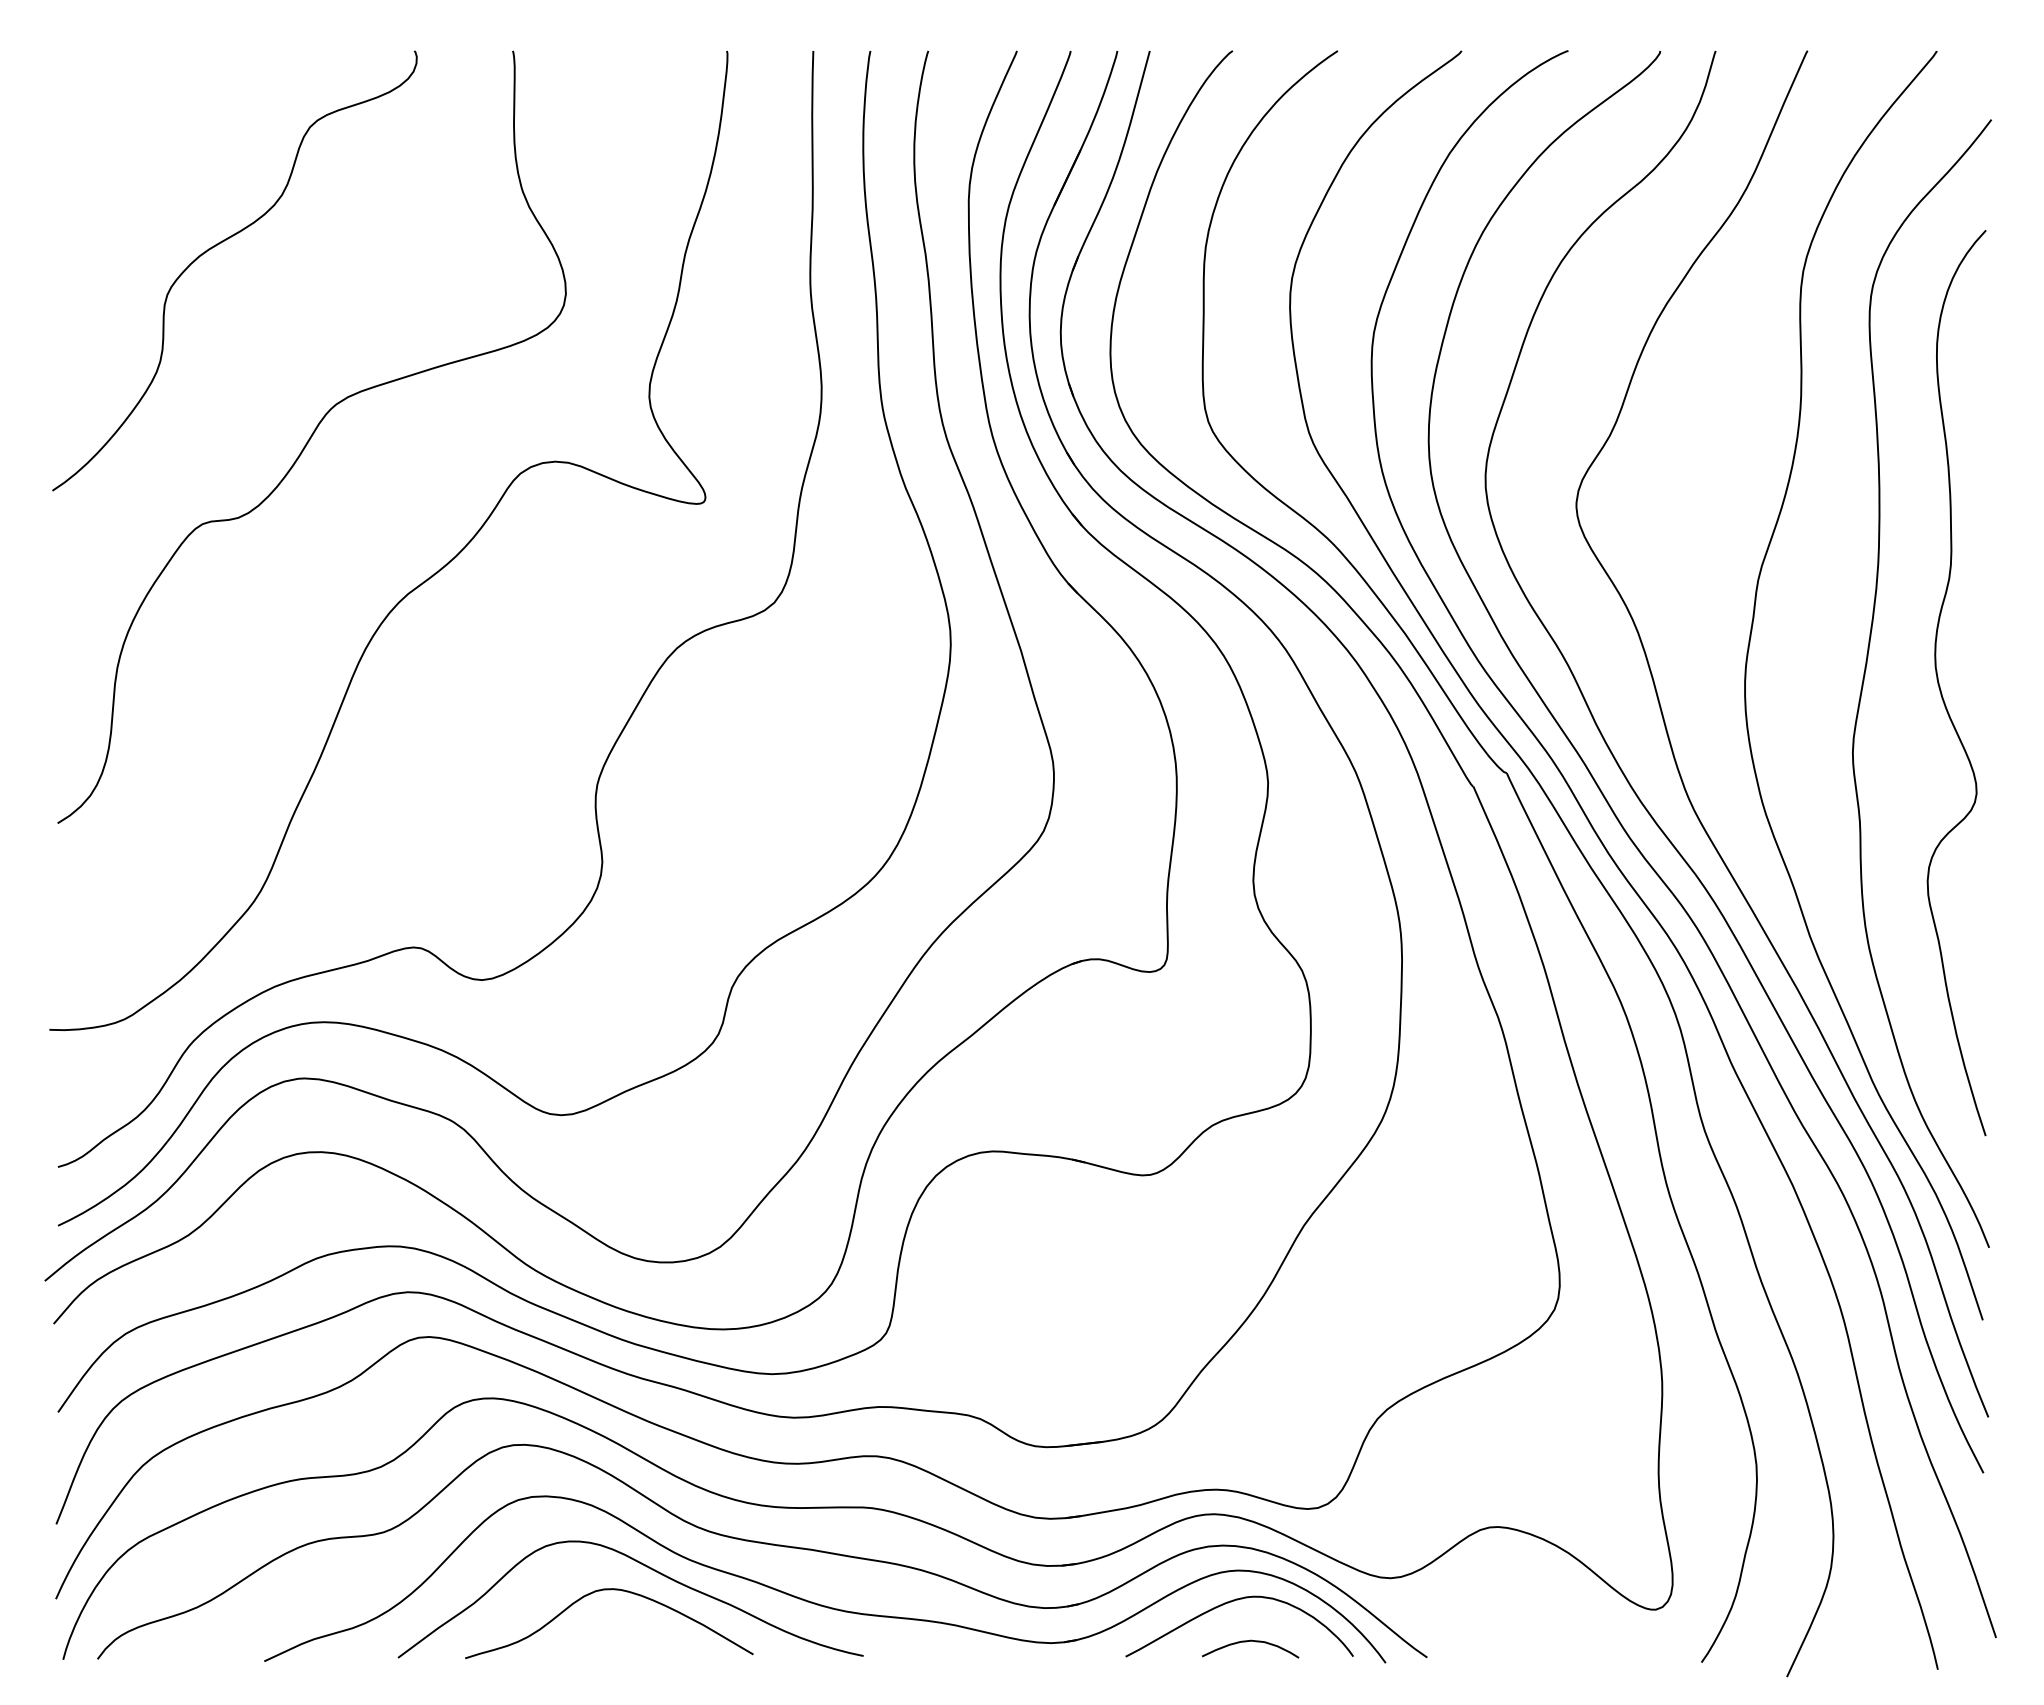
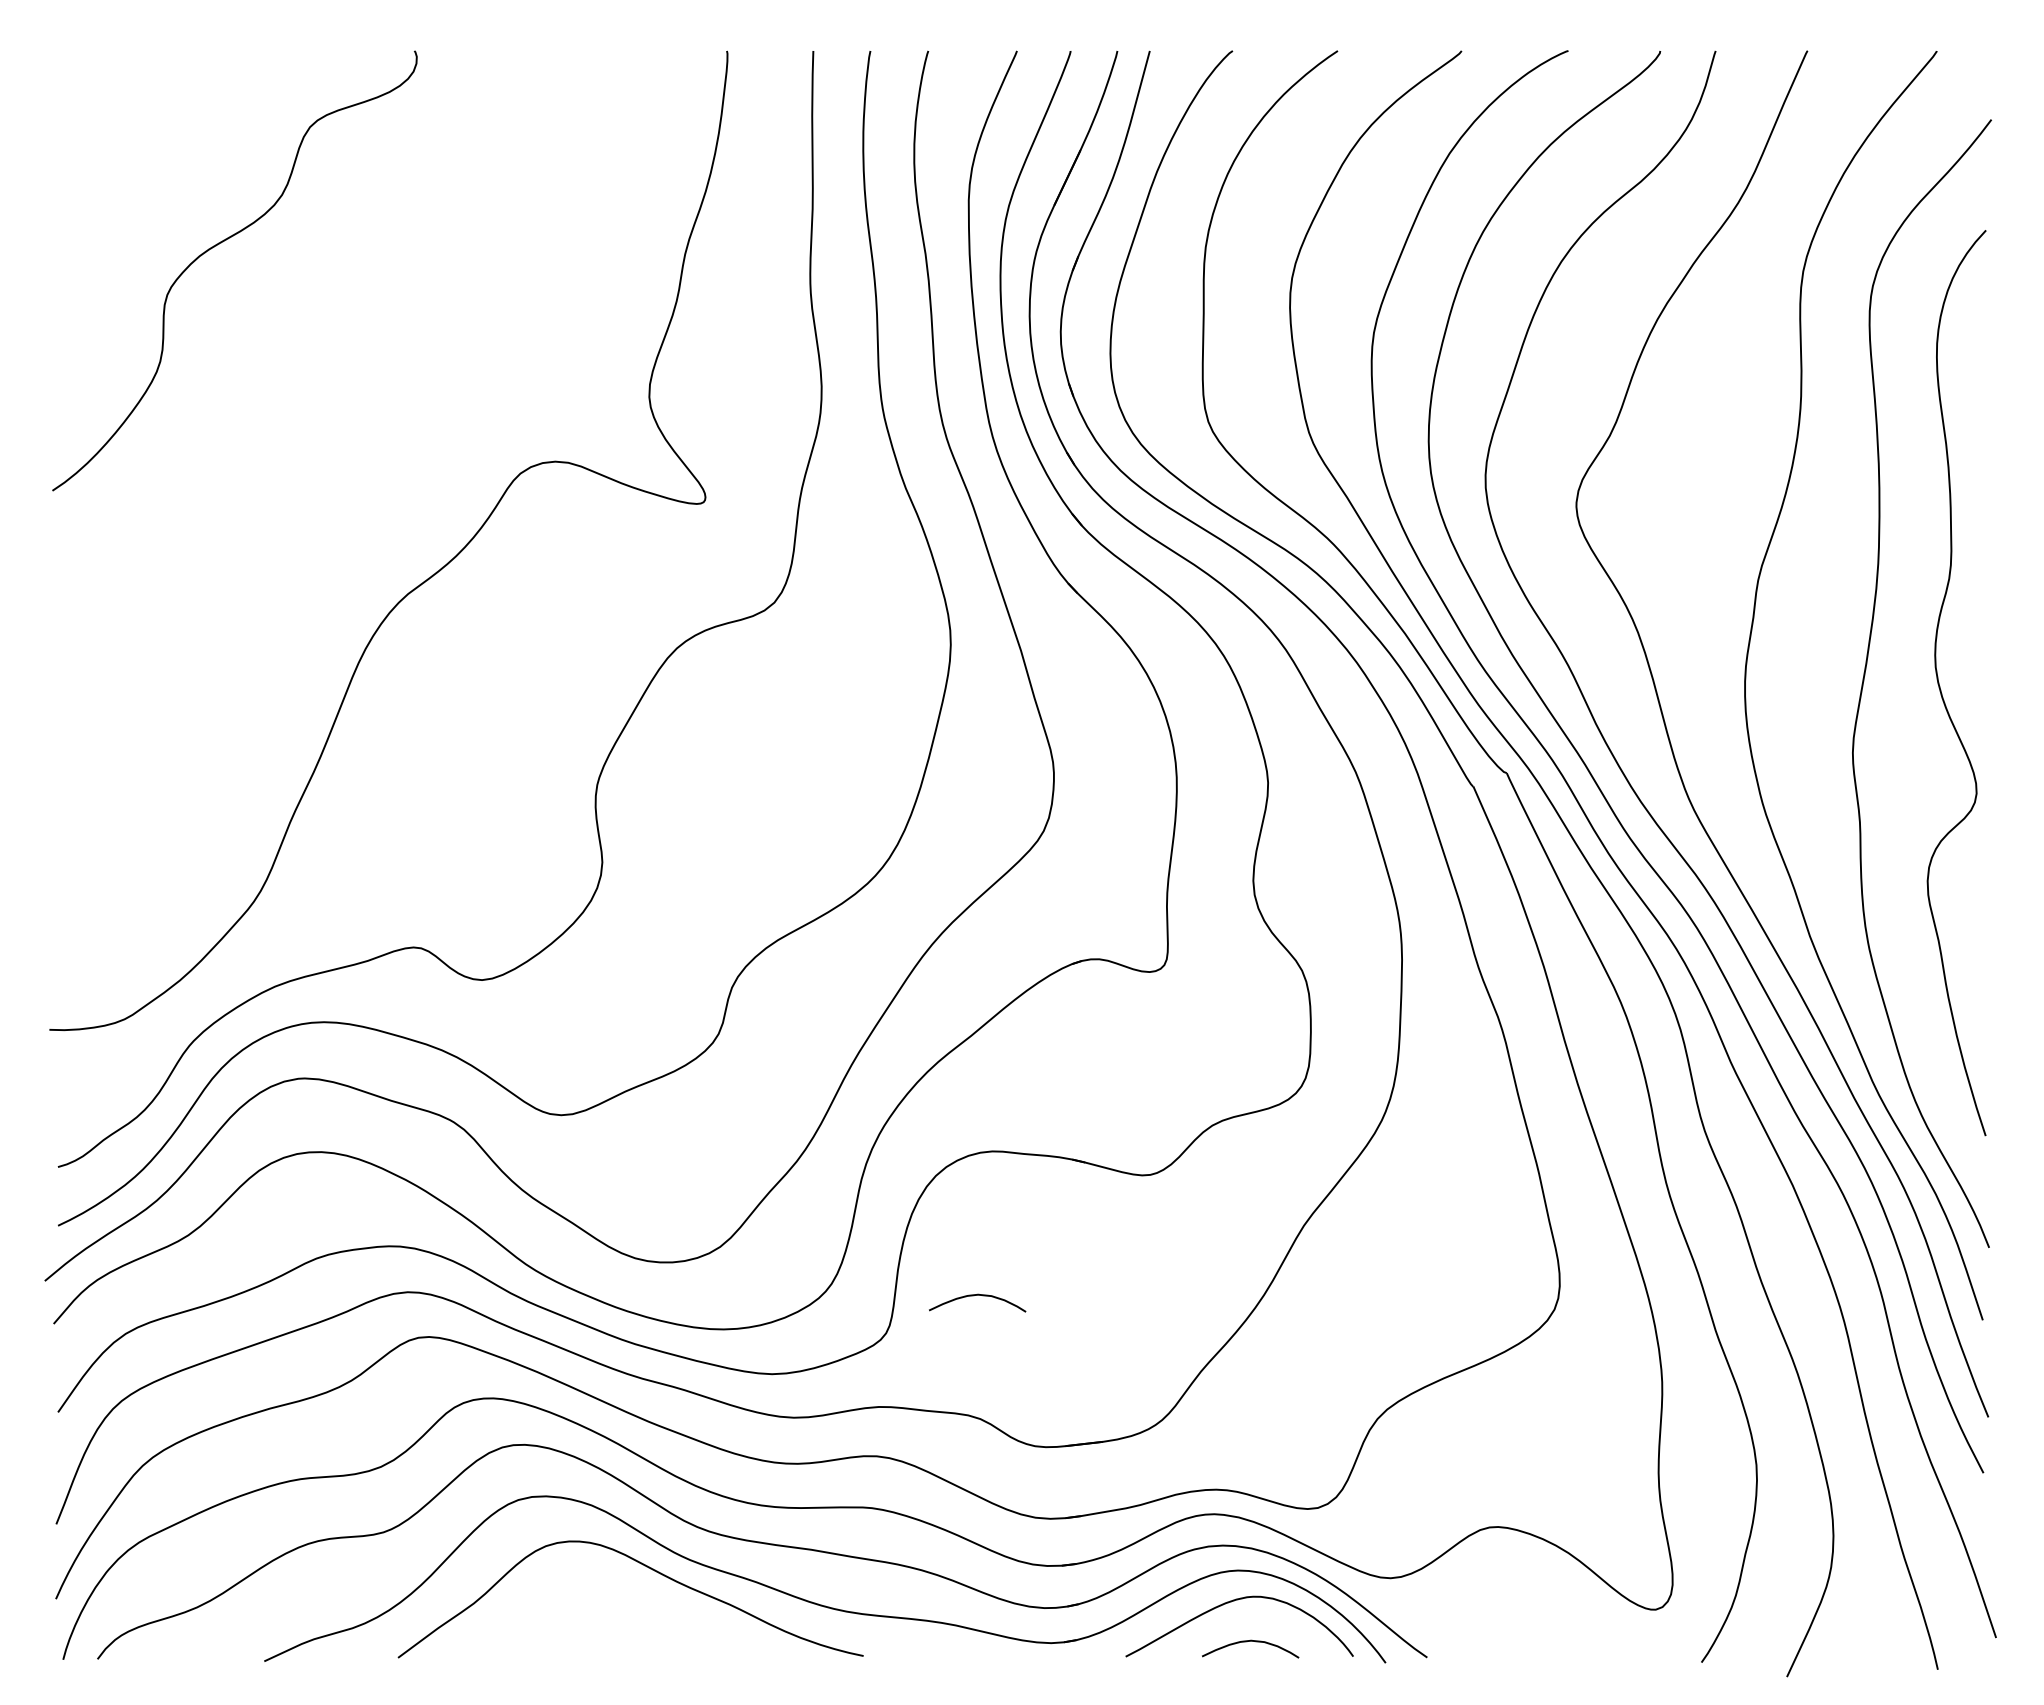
curve at (311, 436): present -> none
curve at (977, 1295): none -> present
curve at (609, 1590): present -> none
